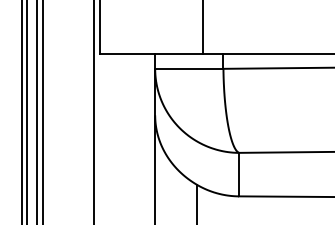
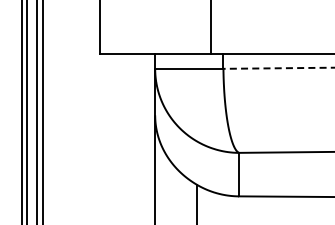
line at (202, 27) position: (202, 27) -> (210, 27)
line at (278, 68): solid -> dashed
line at (94, 111): present -> none
